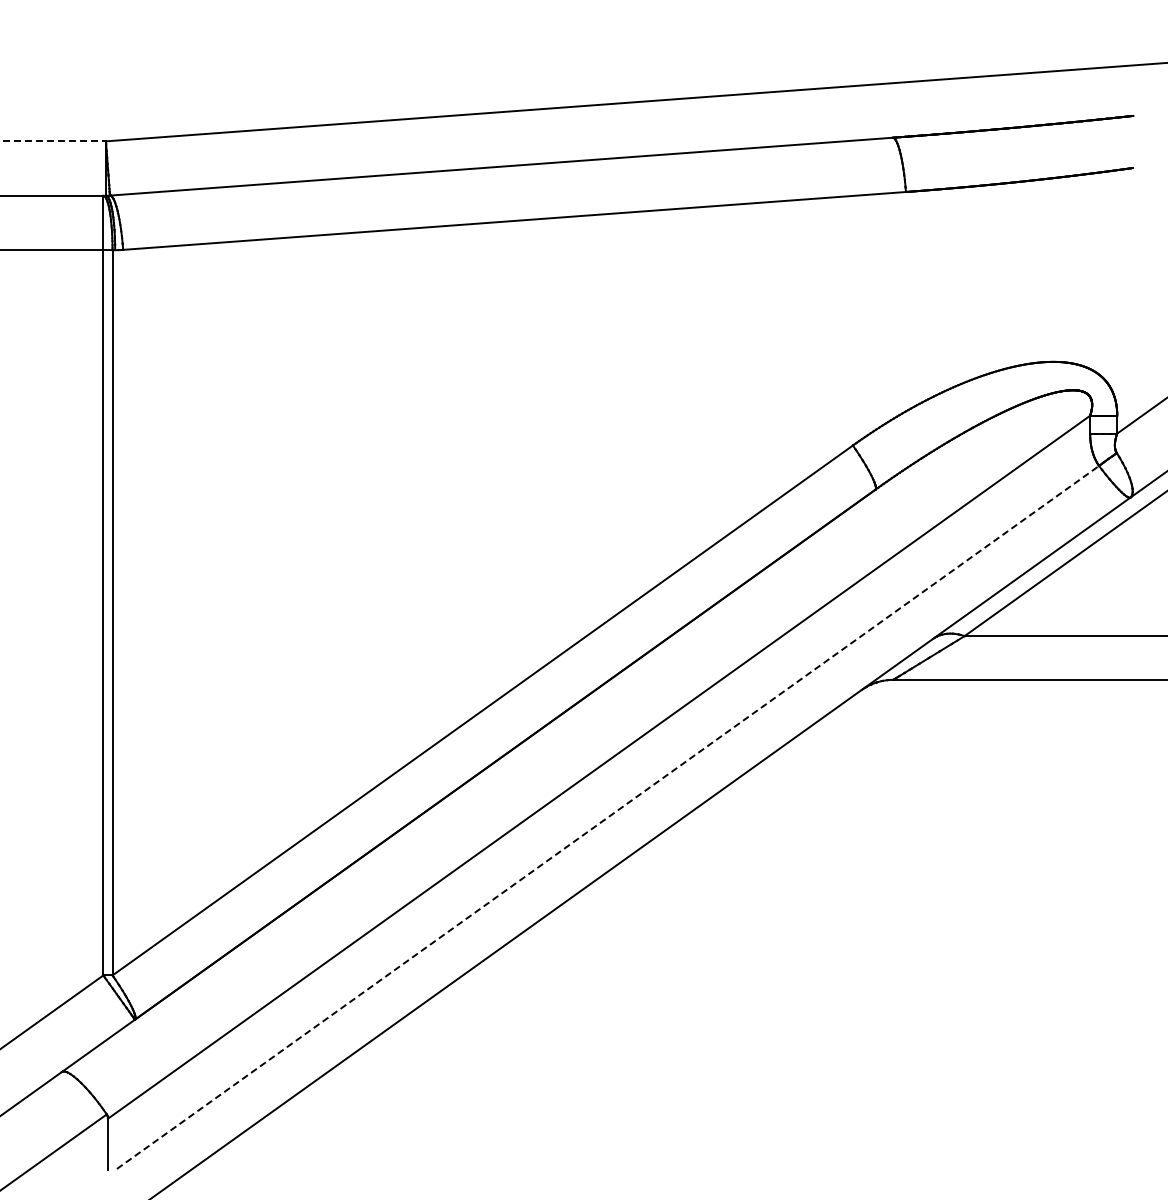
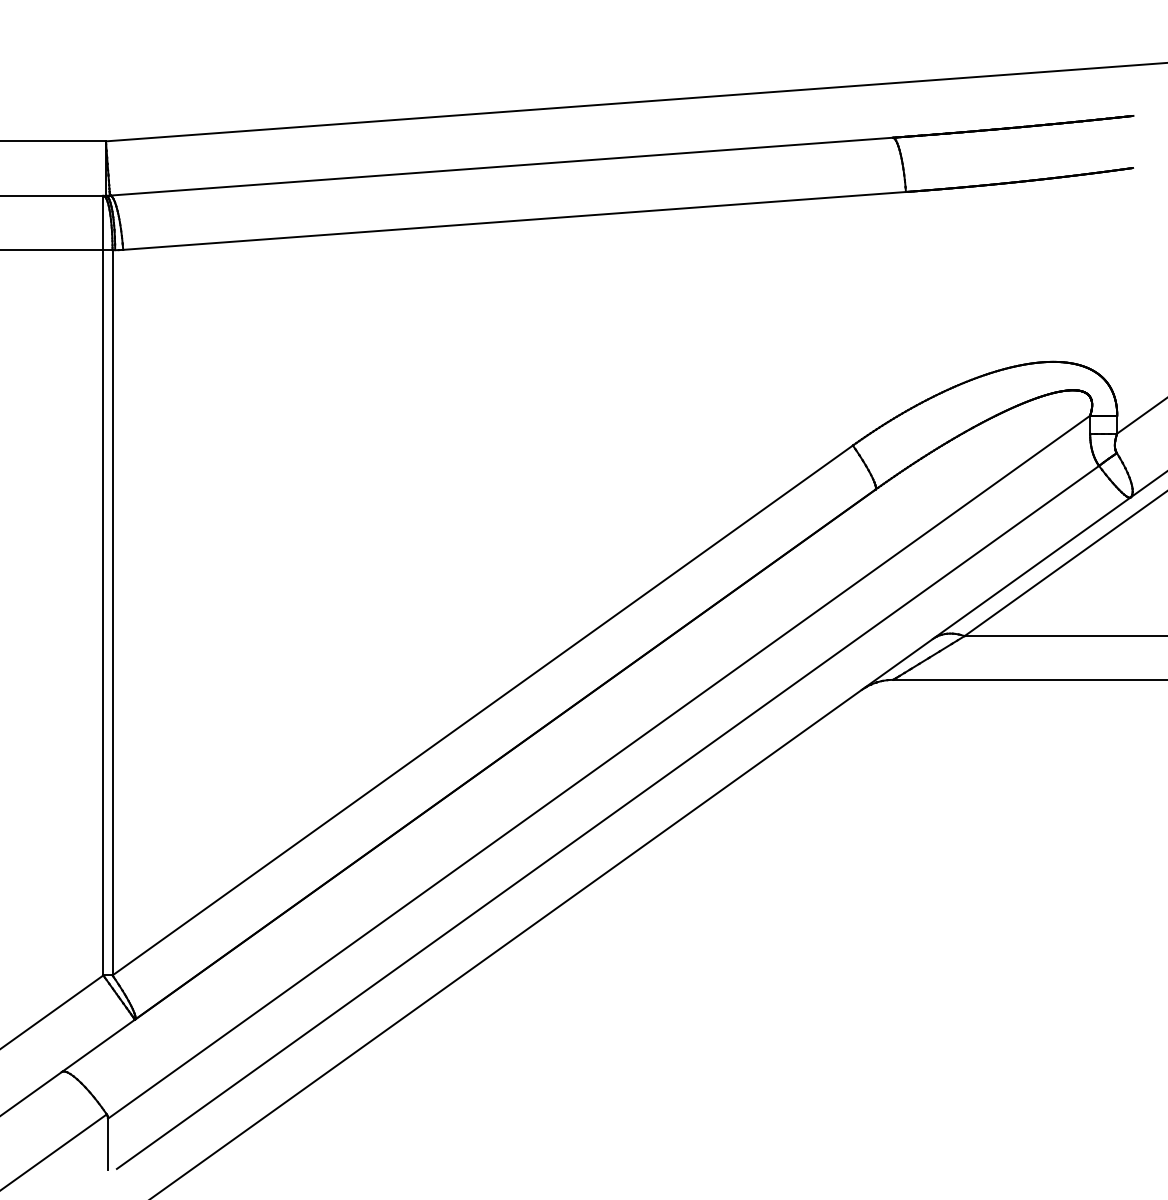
line at (52, 141): dashed -> solid
line at (608, 817): dashed -> solid
